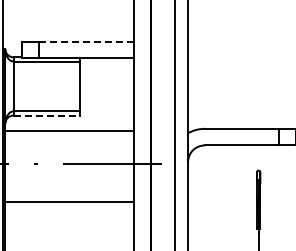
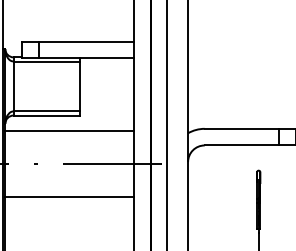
line at (86, 41): dashed -> solid
line at (47, 115): dashed -> solid
line at (175, 124) position: (175, 124) -> (167, 124)
line at (69, 202) position: (69, 202) -> (69, 197)
